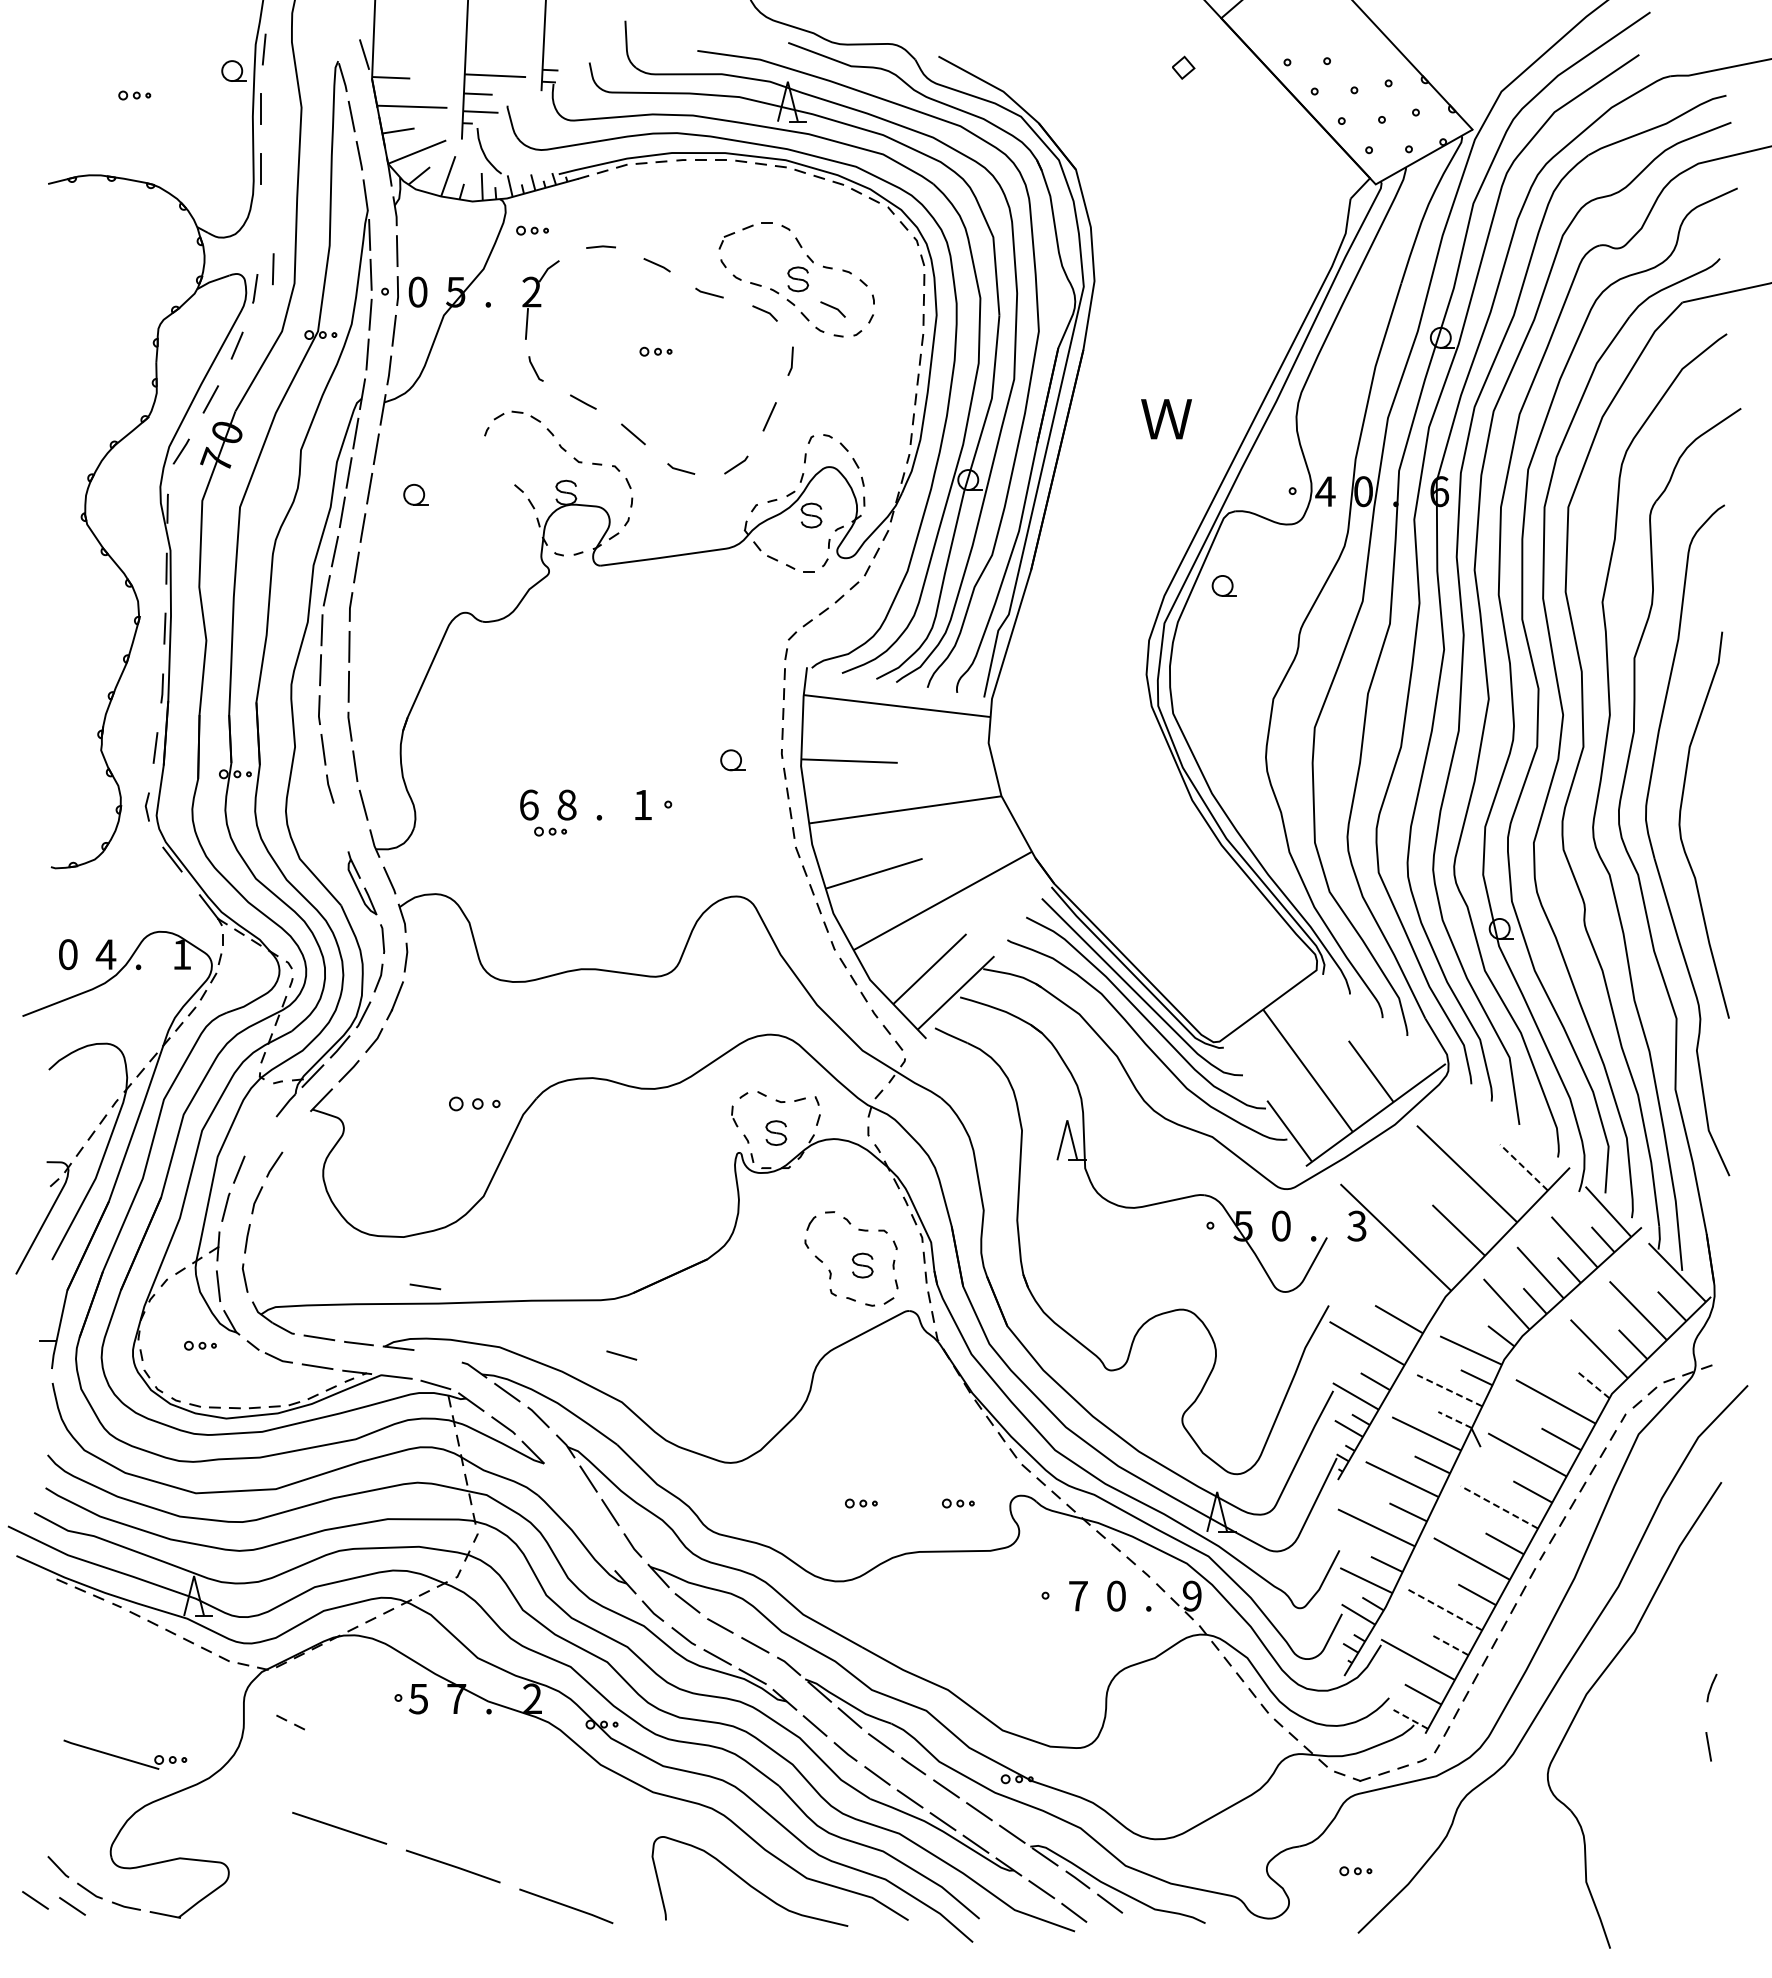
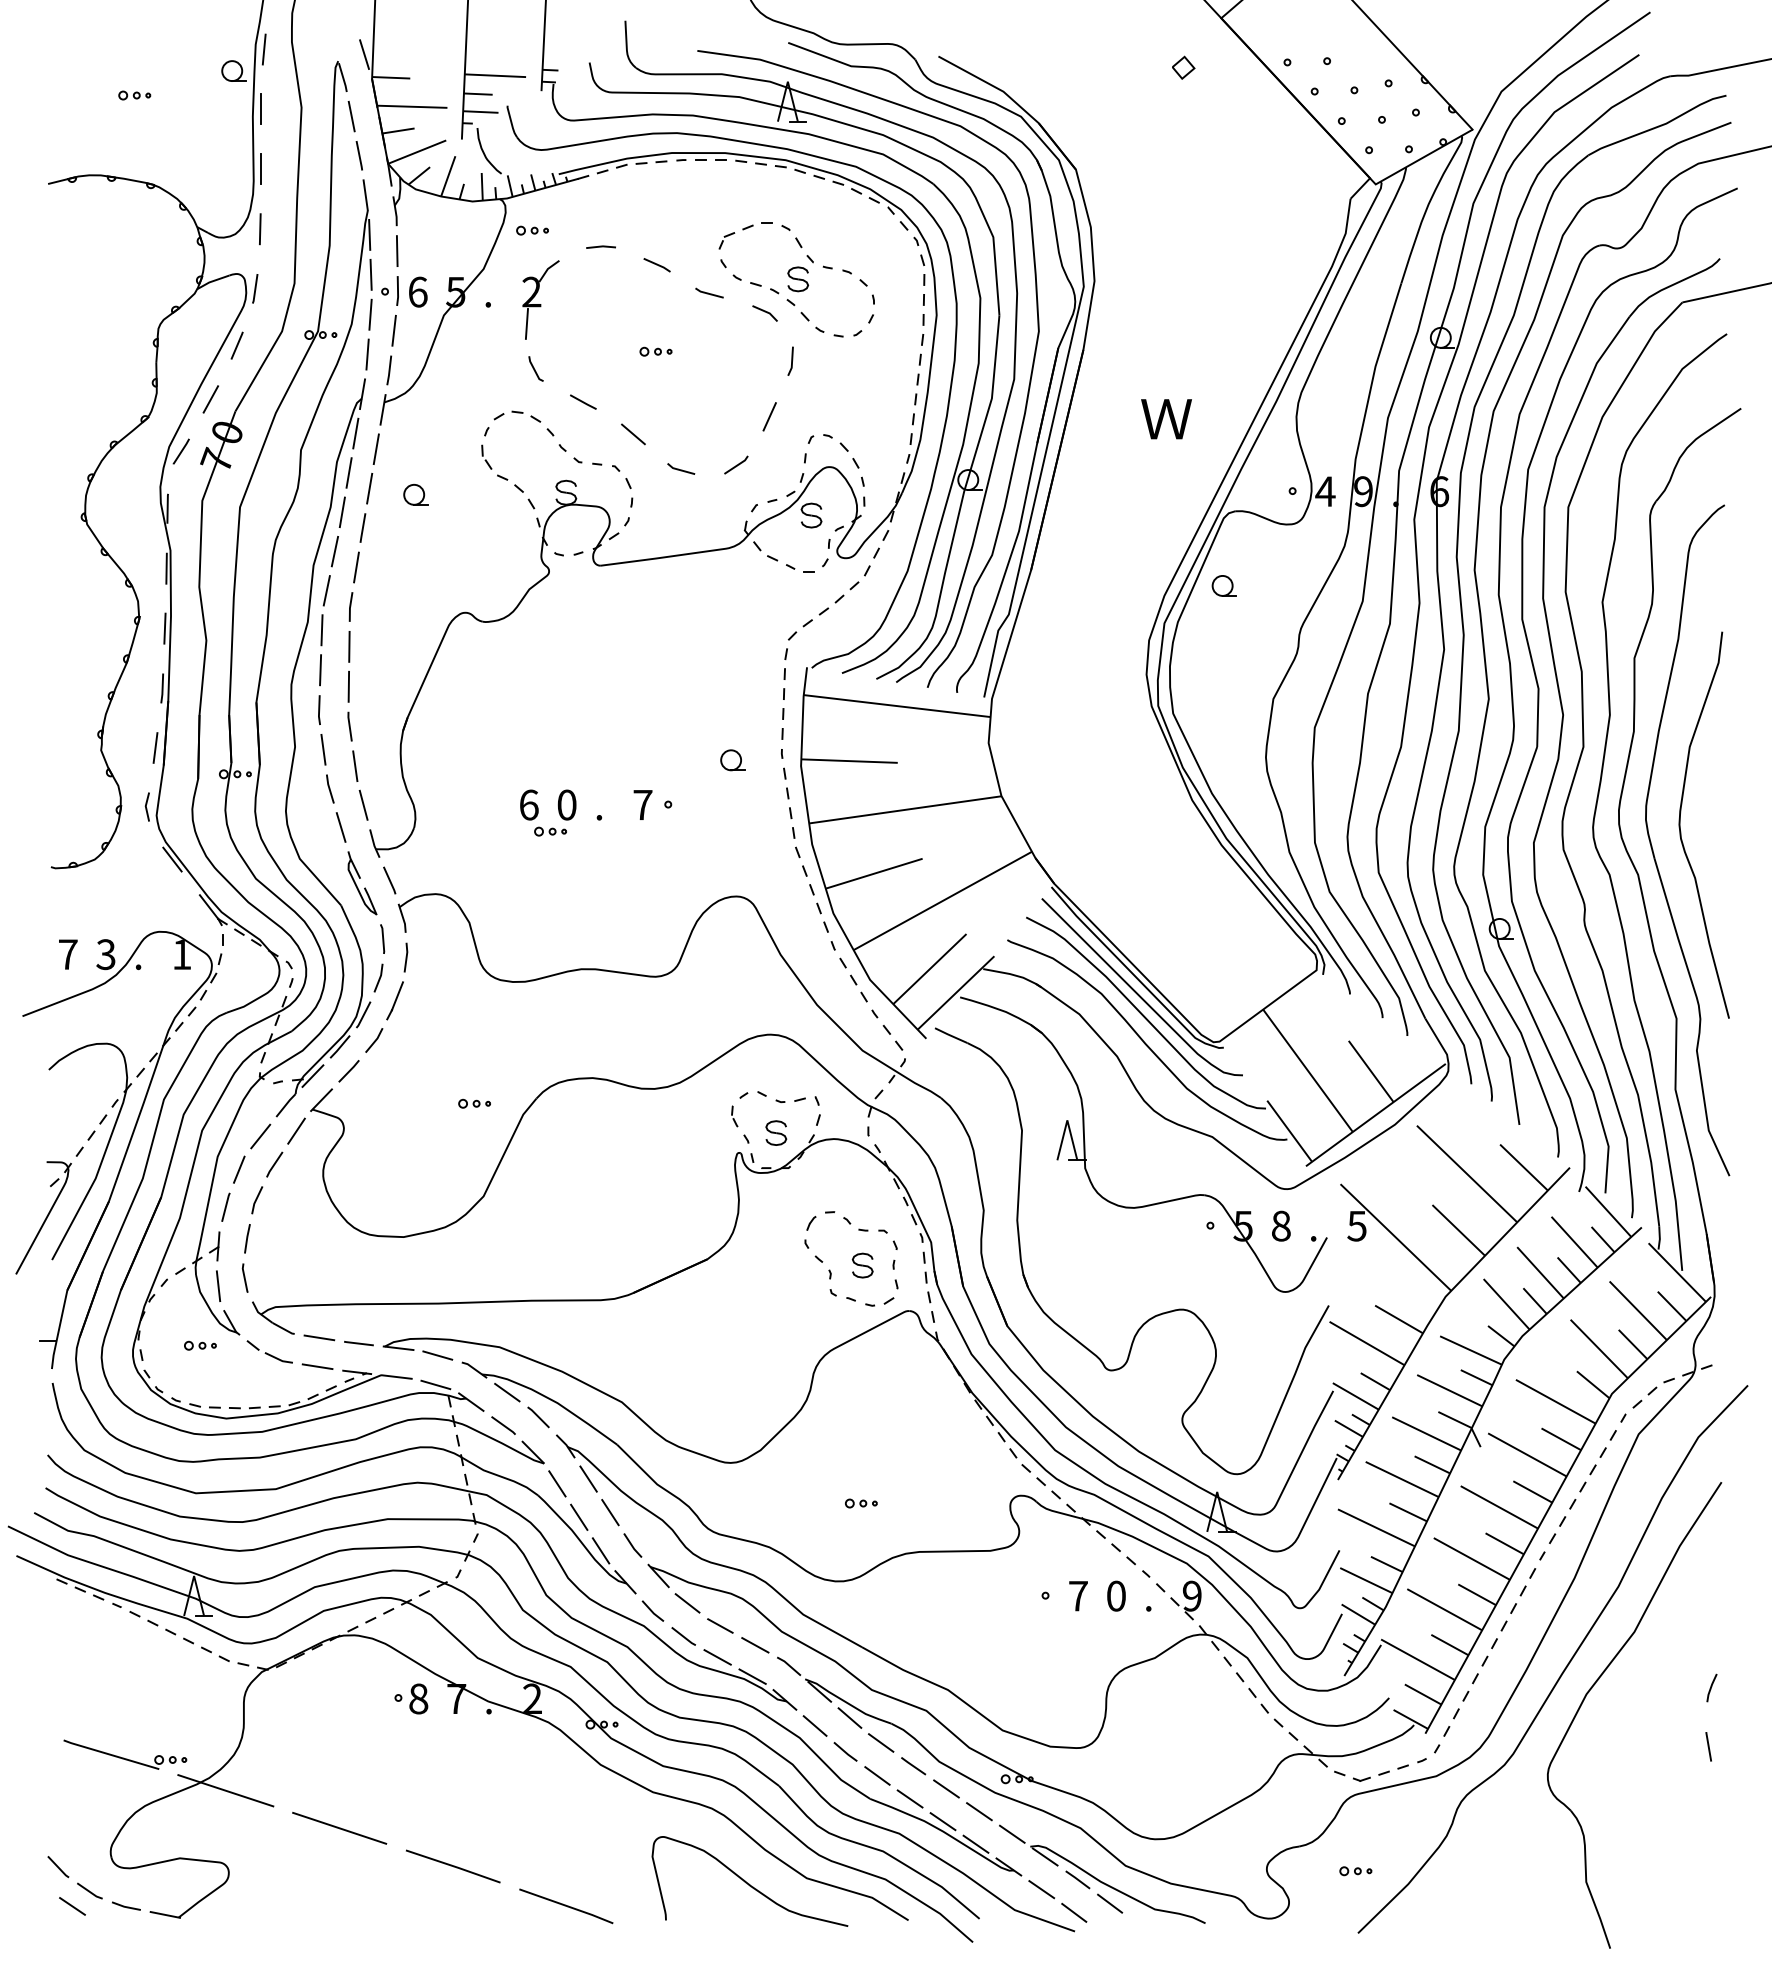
line at (273, 269) position: (273, 269) -> (260, 229)
text at (417, 291): 0 -> 6
line at (832, 308): present -> none
part at (494, 462): none -> present
text at (1363, 491): 0 -> 9
text at (566, 804): 8 -> 0
text at (642, 804): 1 -> 7
line at (340, 827): none -> present
text at (68, 954): 0 -> 7
text at (105, 954): 4 -> 3
part at (474, 1103) size: 52x16 px -> 33x11 px
line at (296, 1130): none -> present
line at (260, 1136): none -> present
line at (1523, 1167): dashed -> solid
text at (1281, 1225): 0 -> 8
text at (1356, 1225): 3 -> 5
line at (425, 1286): present -> none
line at (621, 1355) position: (621, 1355) -> (437, 1355)
line at (1592, 1384): dashed -> solid
line at (1449, 1390): dashed -> solid
line at (1455, 1420): dashed -> solid
line at (557, 1483): none -> present
part at (958, 1503): present -> none
line at (1498, 1507): dashed -> solid
line at (579, 1516): none -> present
line at (600, 1550): none -> present
line at (1444, 1609): dashed -> solid
line at (1449, 1644): dashed -> solid
text at (418, 1698): 5 -> 8
line at (1410, 1719): dashed -> solid
line at (287, 1720): present -> none
line at (225, 1790): none -> present
line at (35, 1900): present -> none
